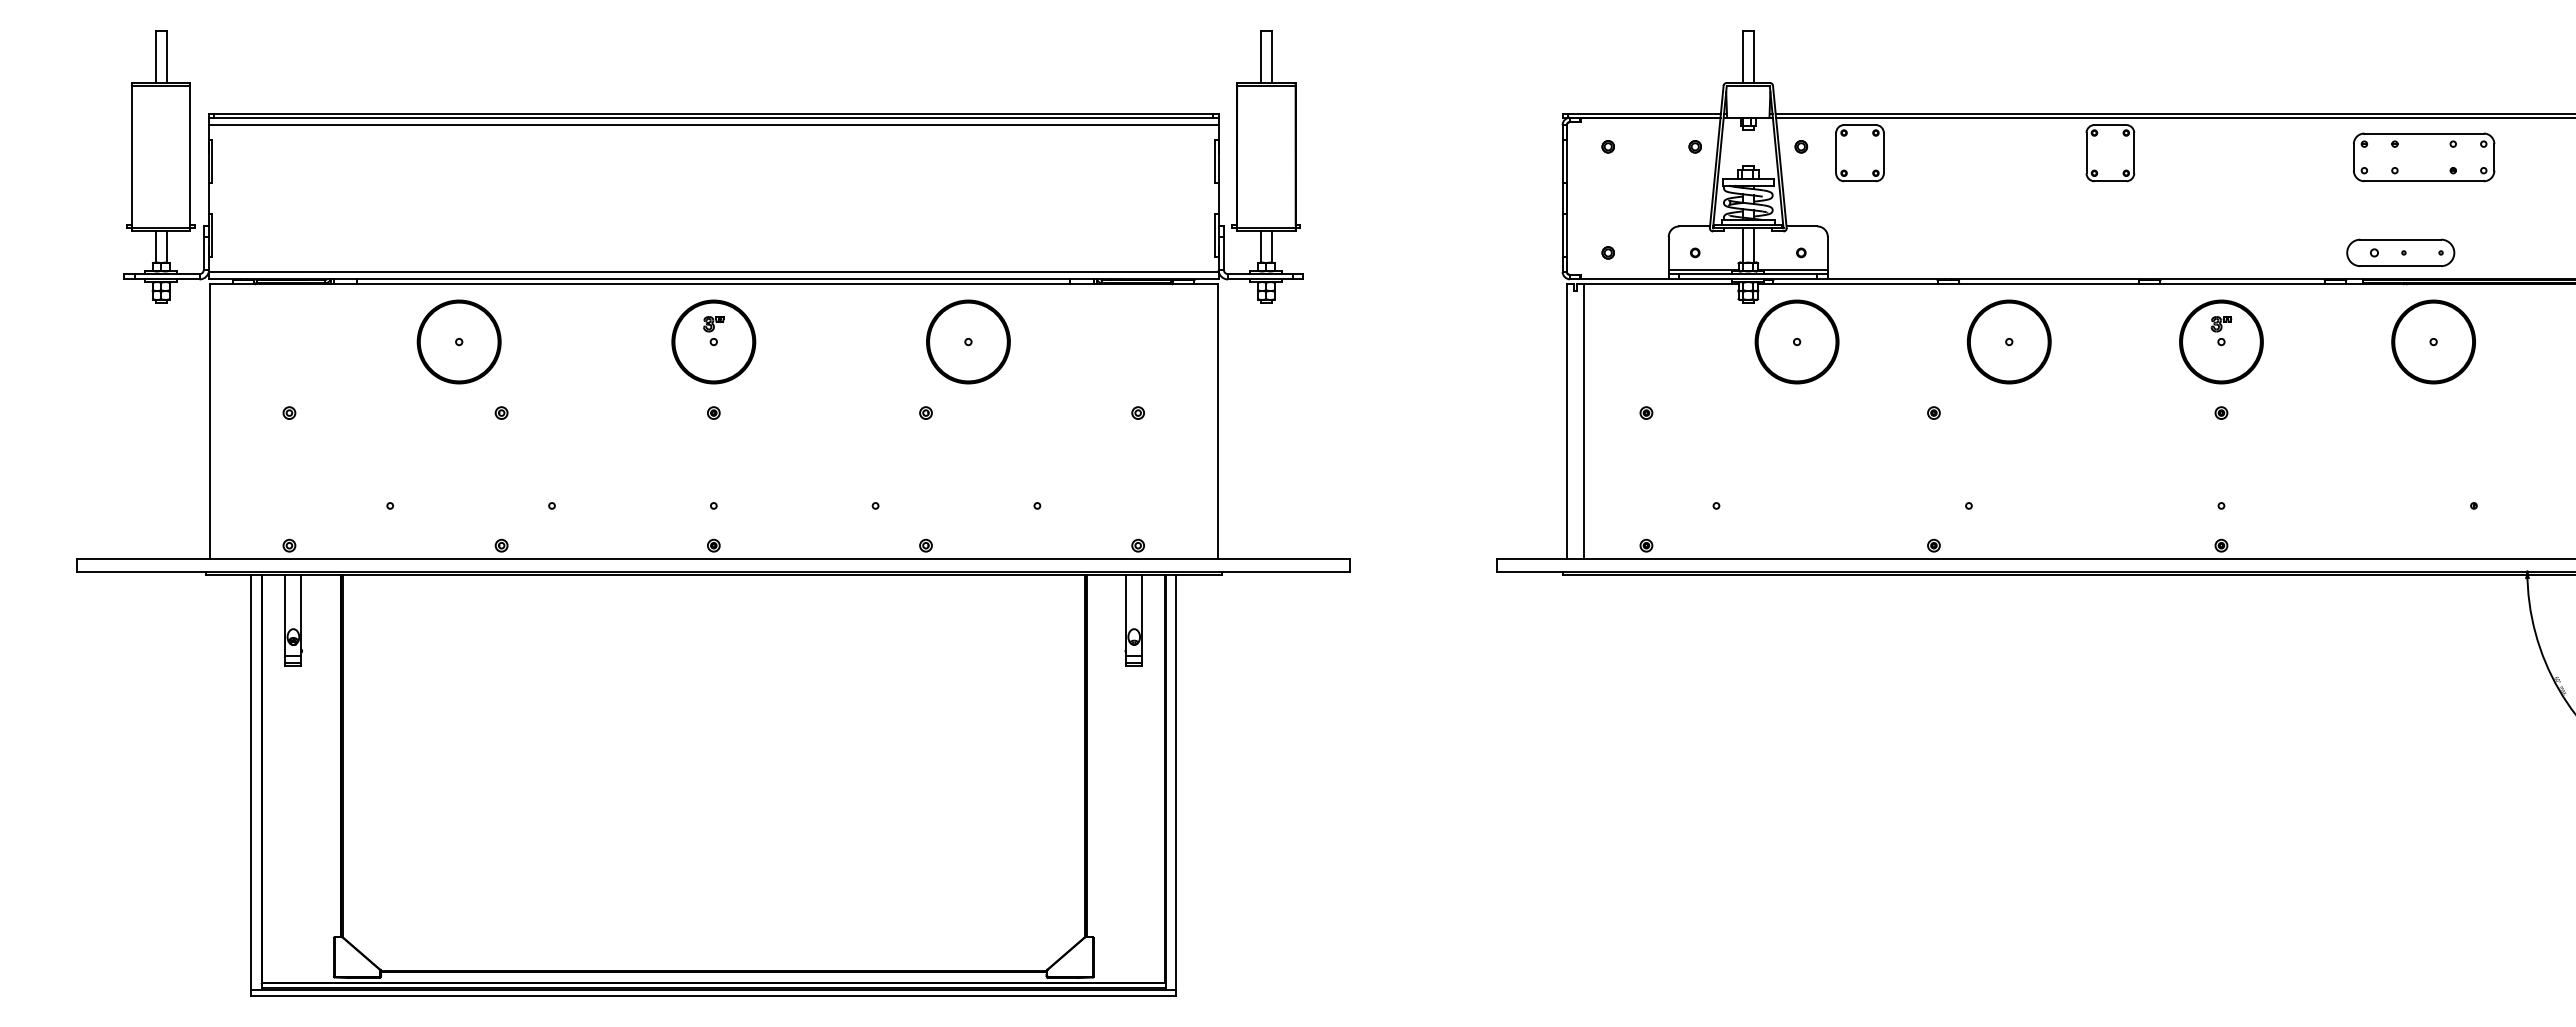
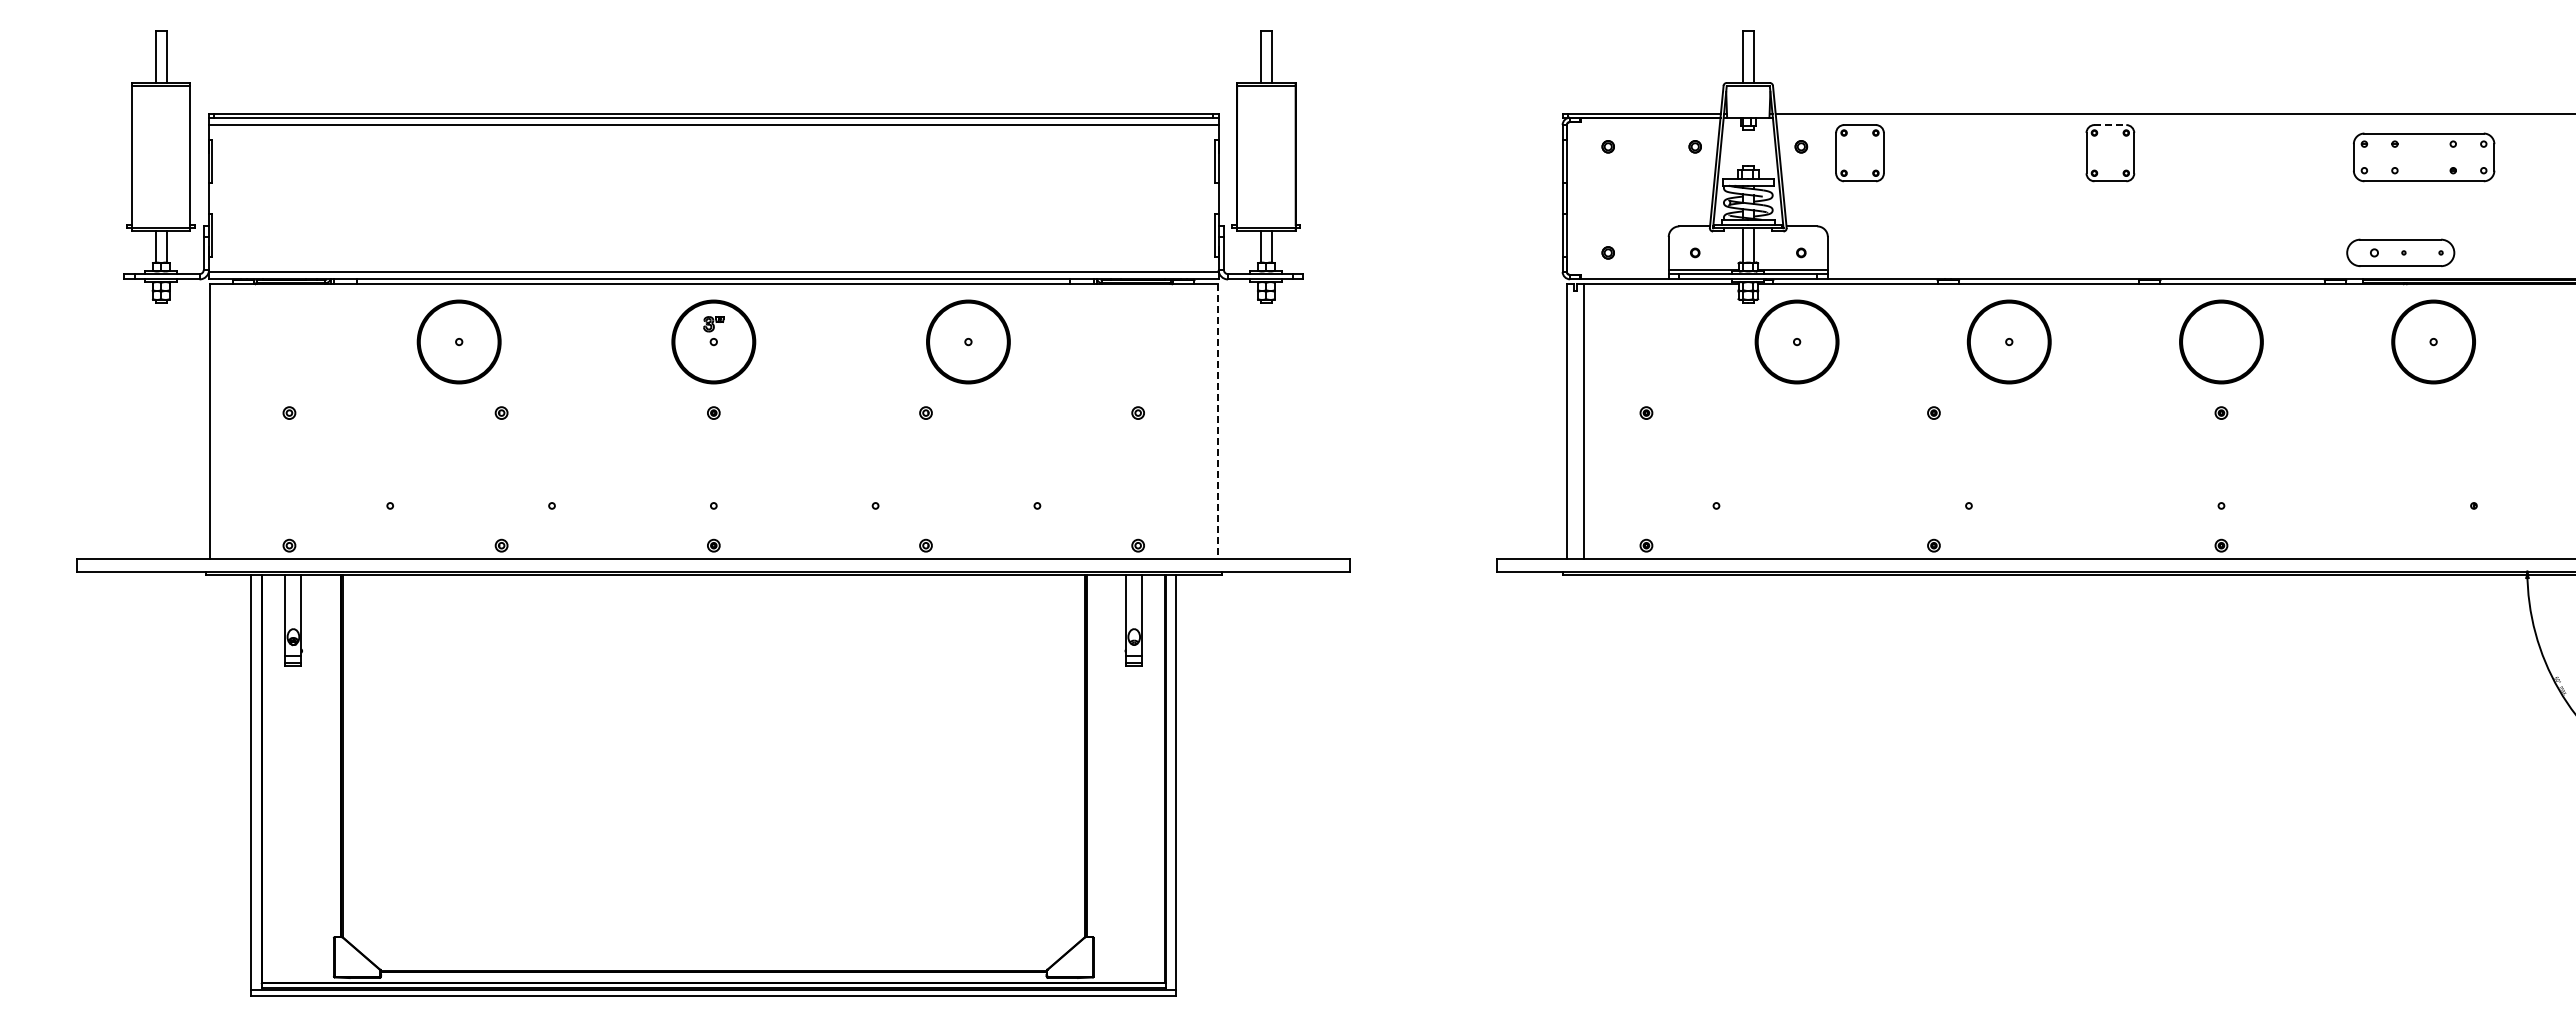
line at (2174, 117): present -> none
line at (2110, 125): solid -> dashed
part at (2221, 331): present -> none
line at (1217, 422): solid -> dashed
